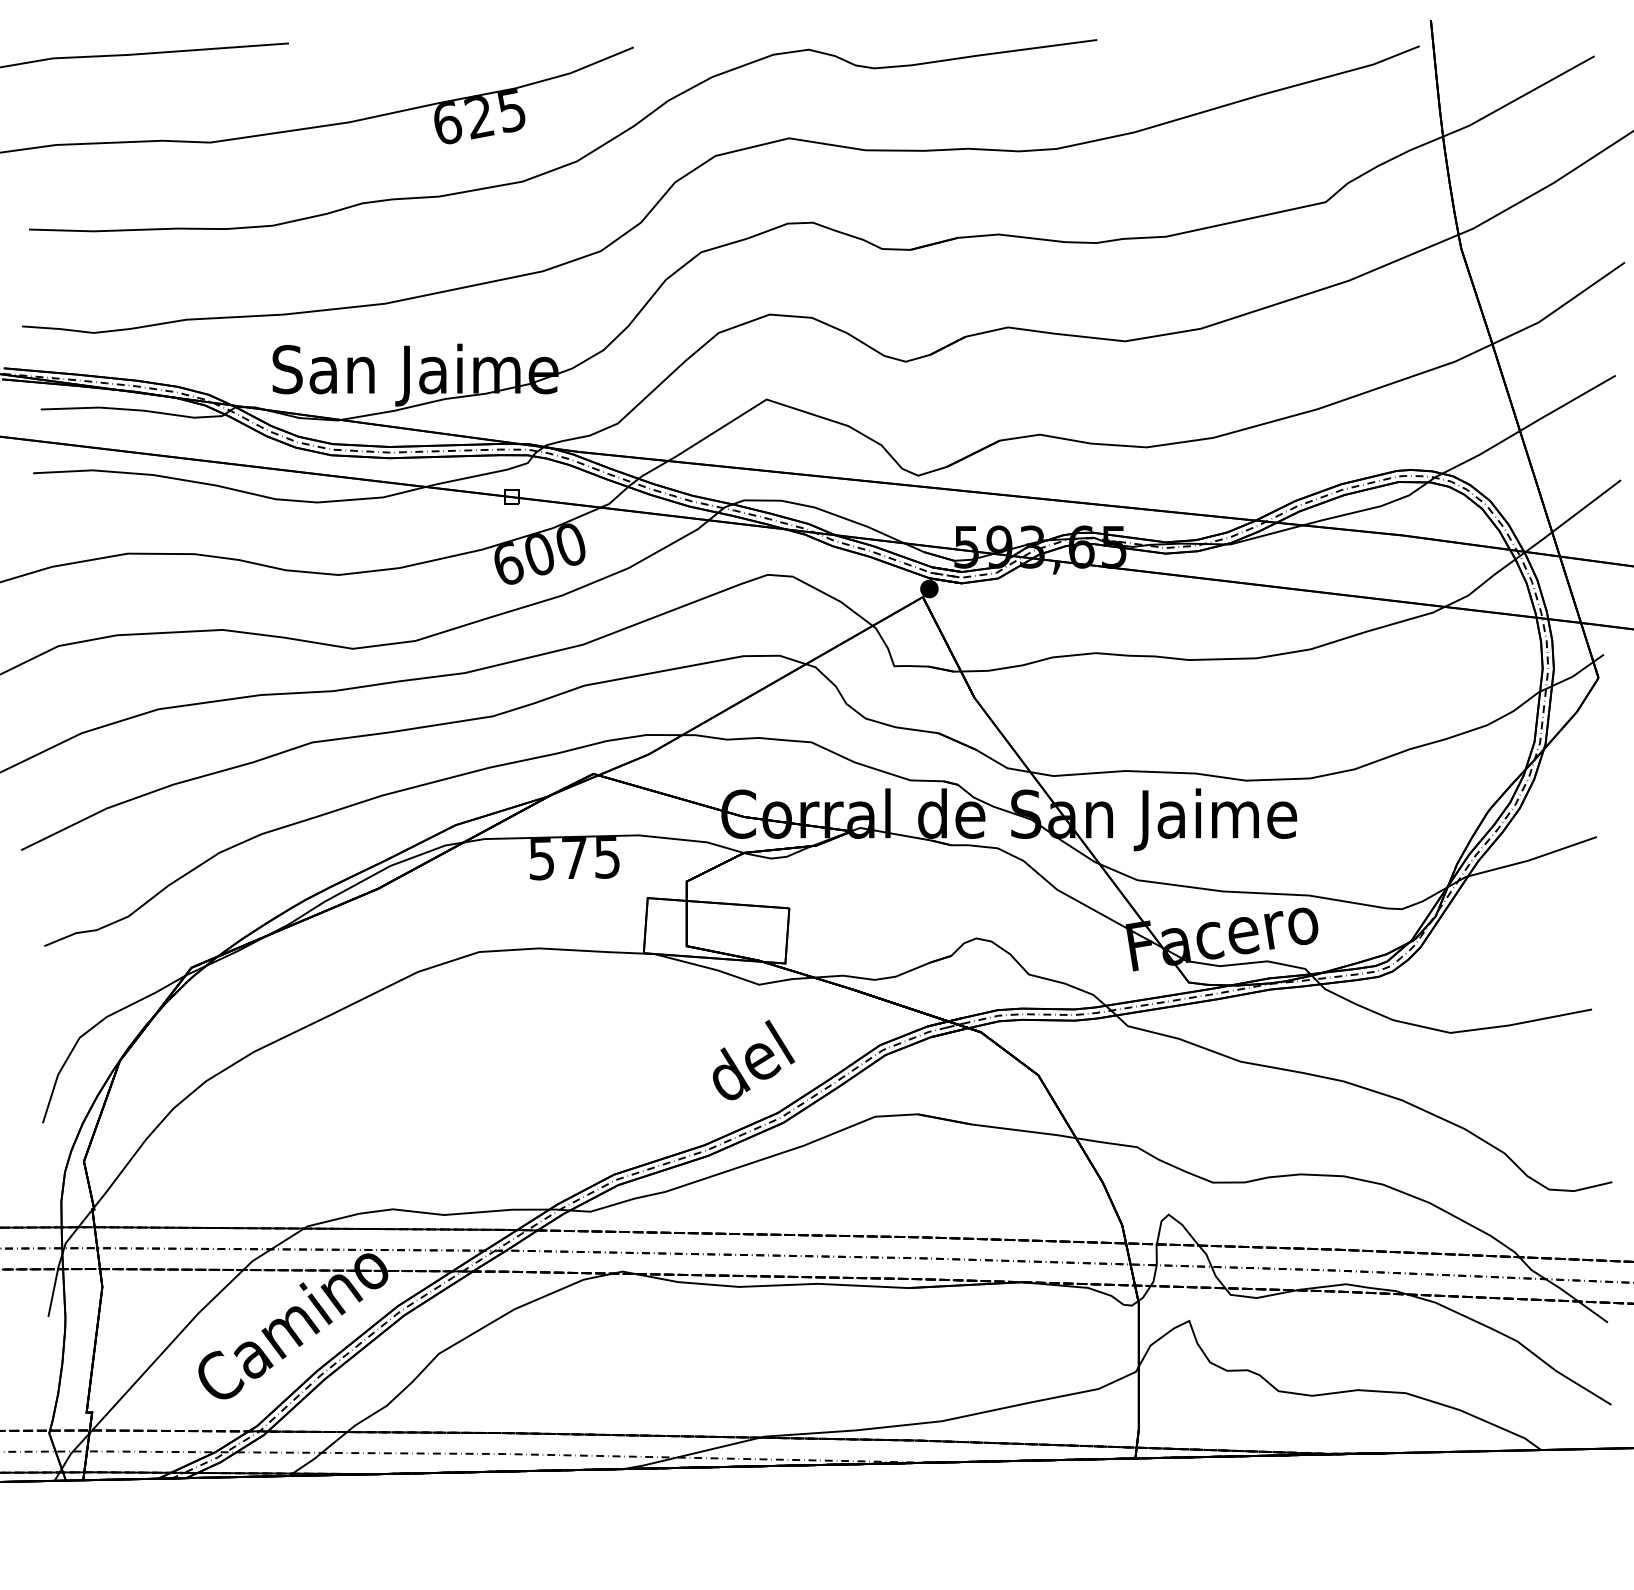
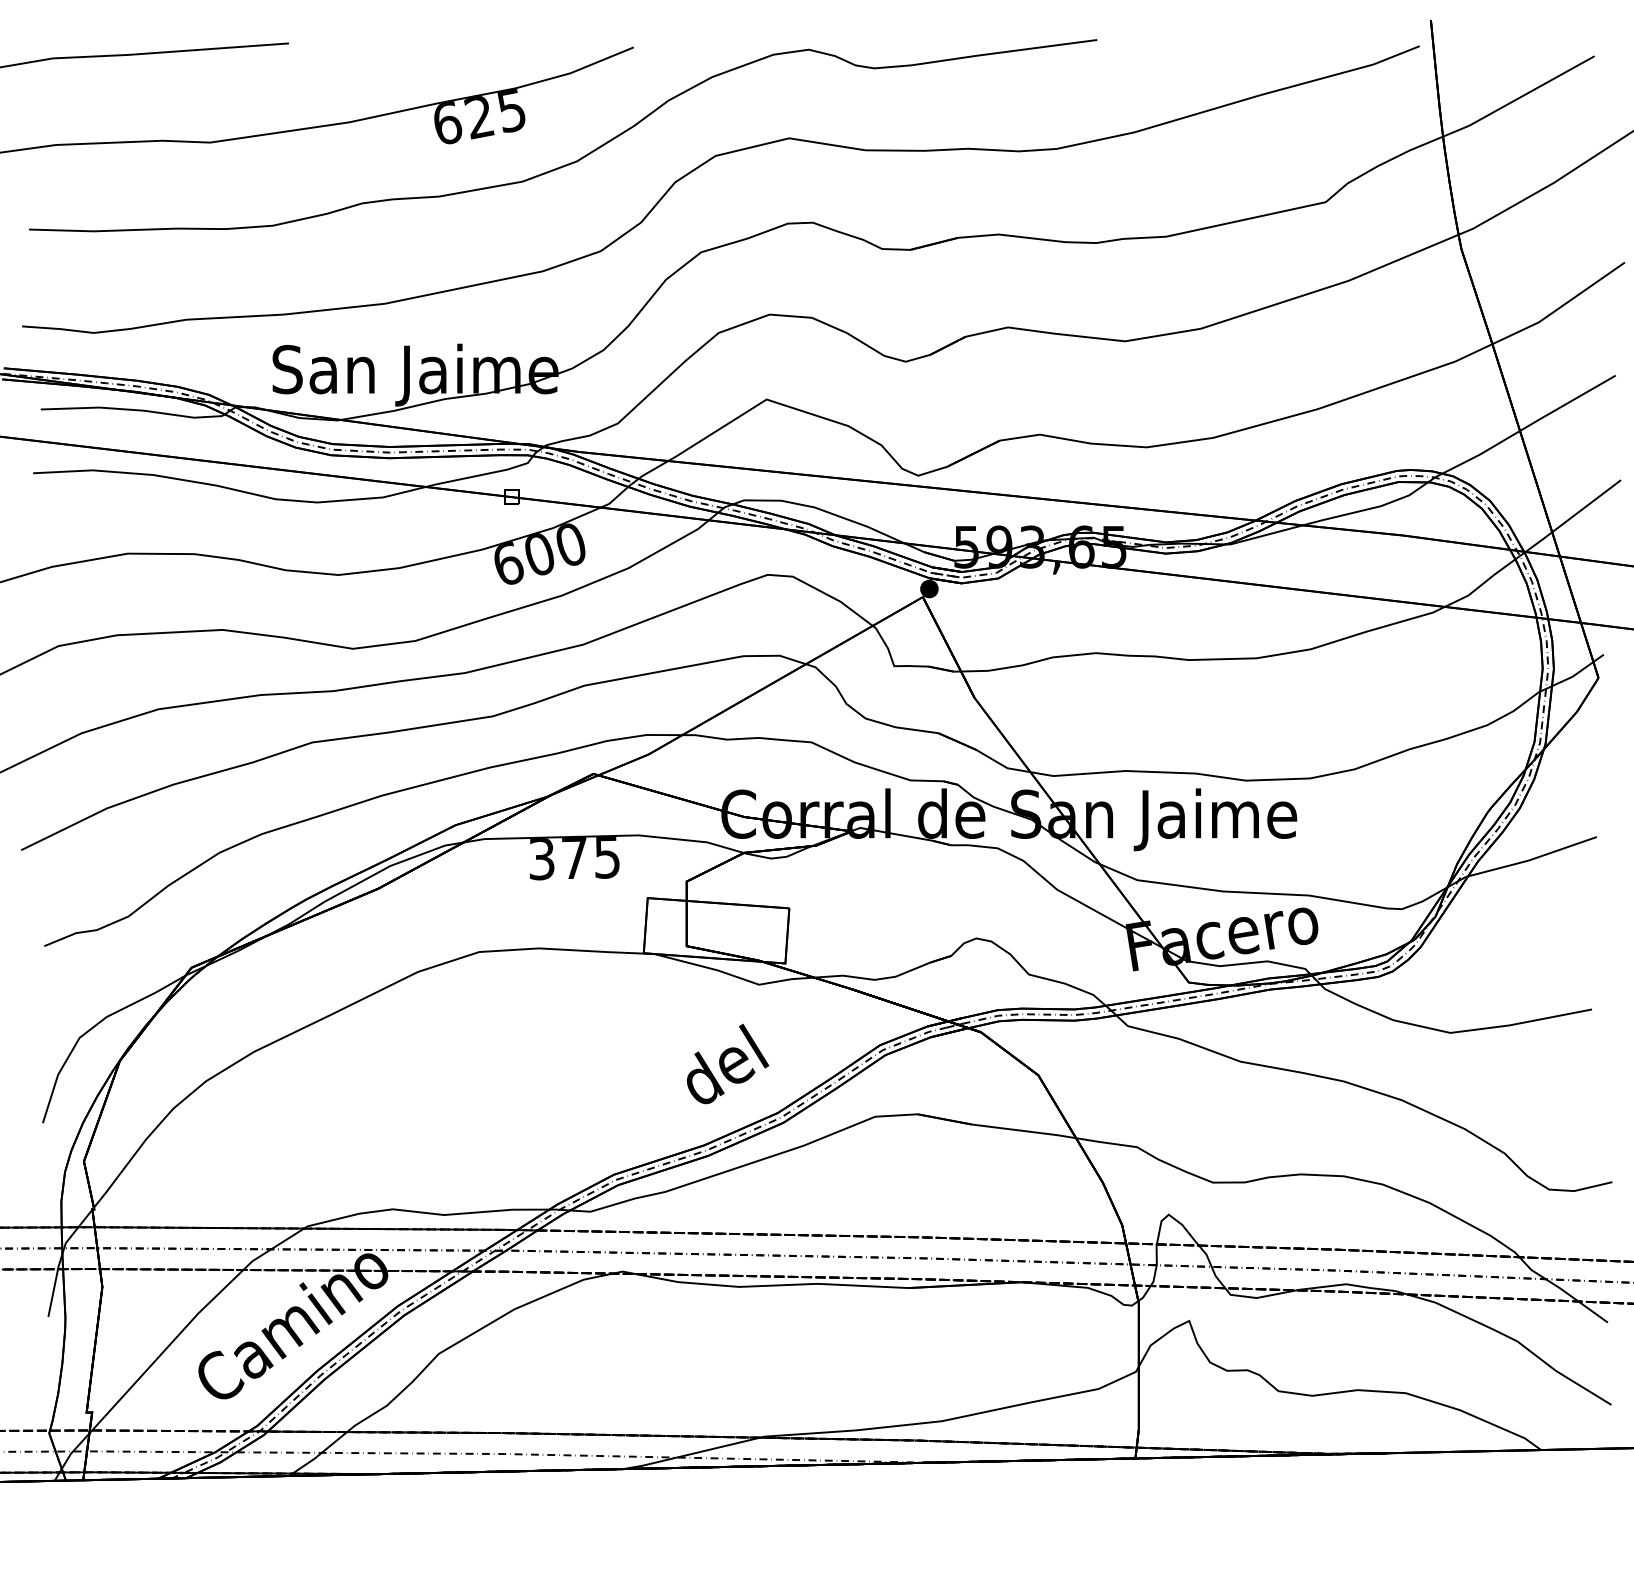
text at (542, 858): 575 -> 375
text at (754, 1059) position: (754, 1059) -> (728, 1063)
